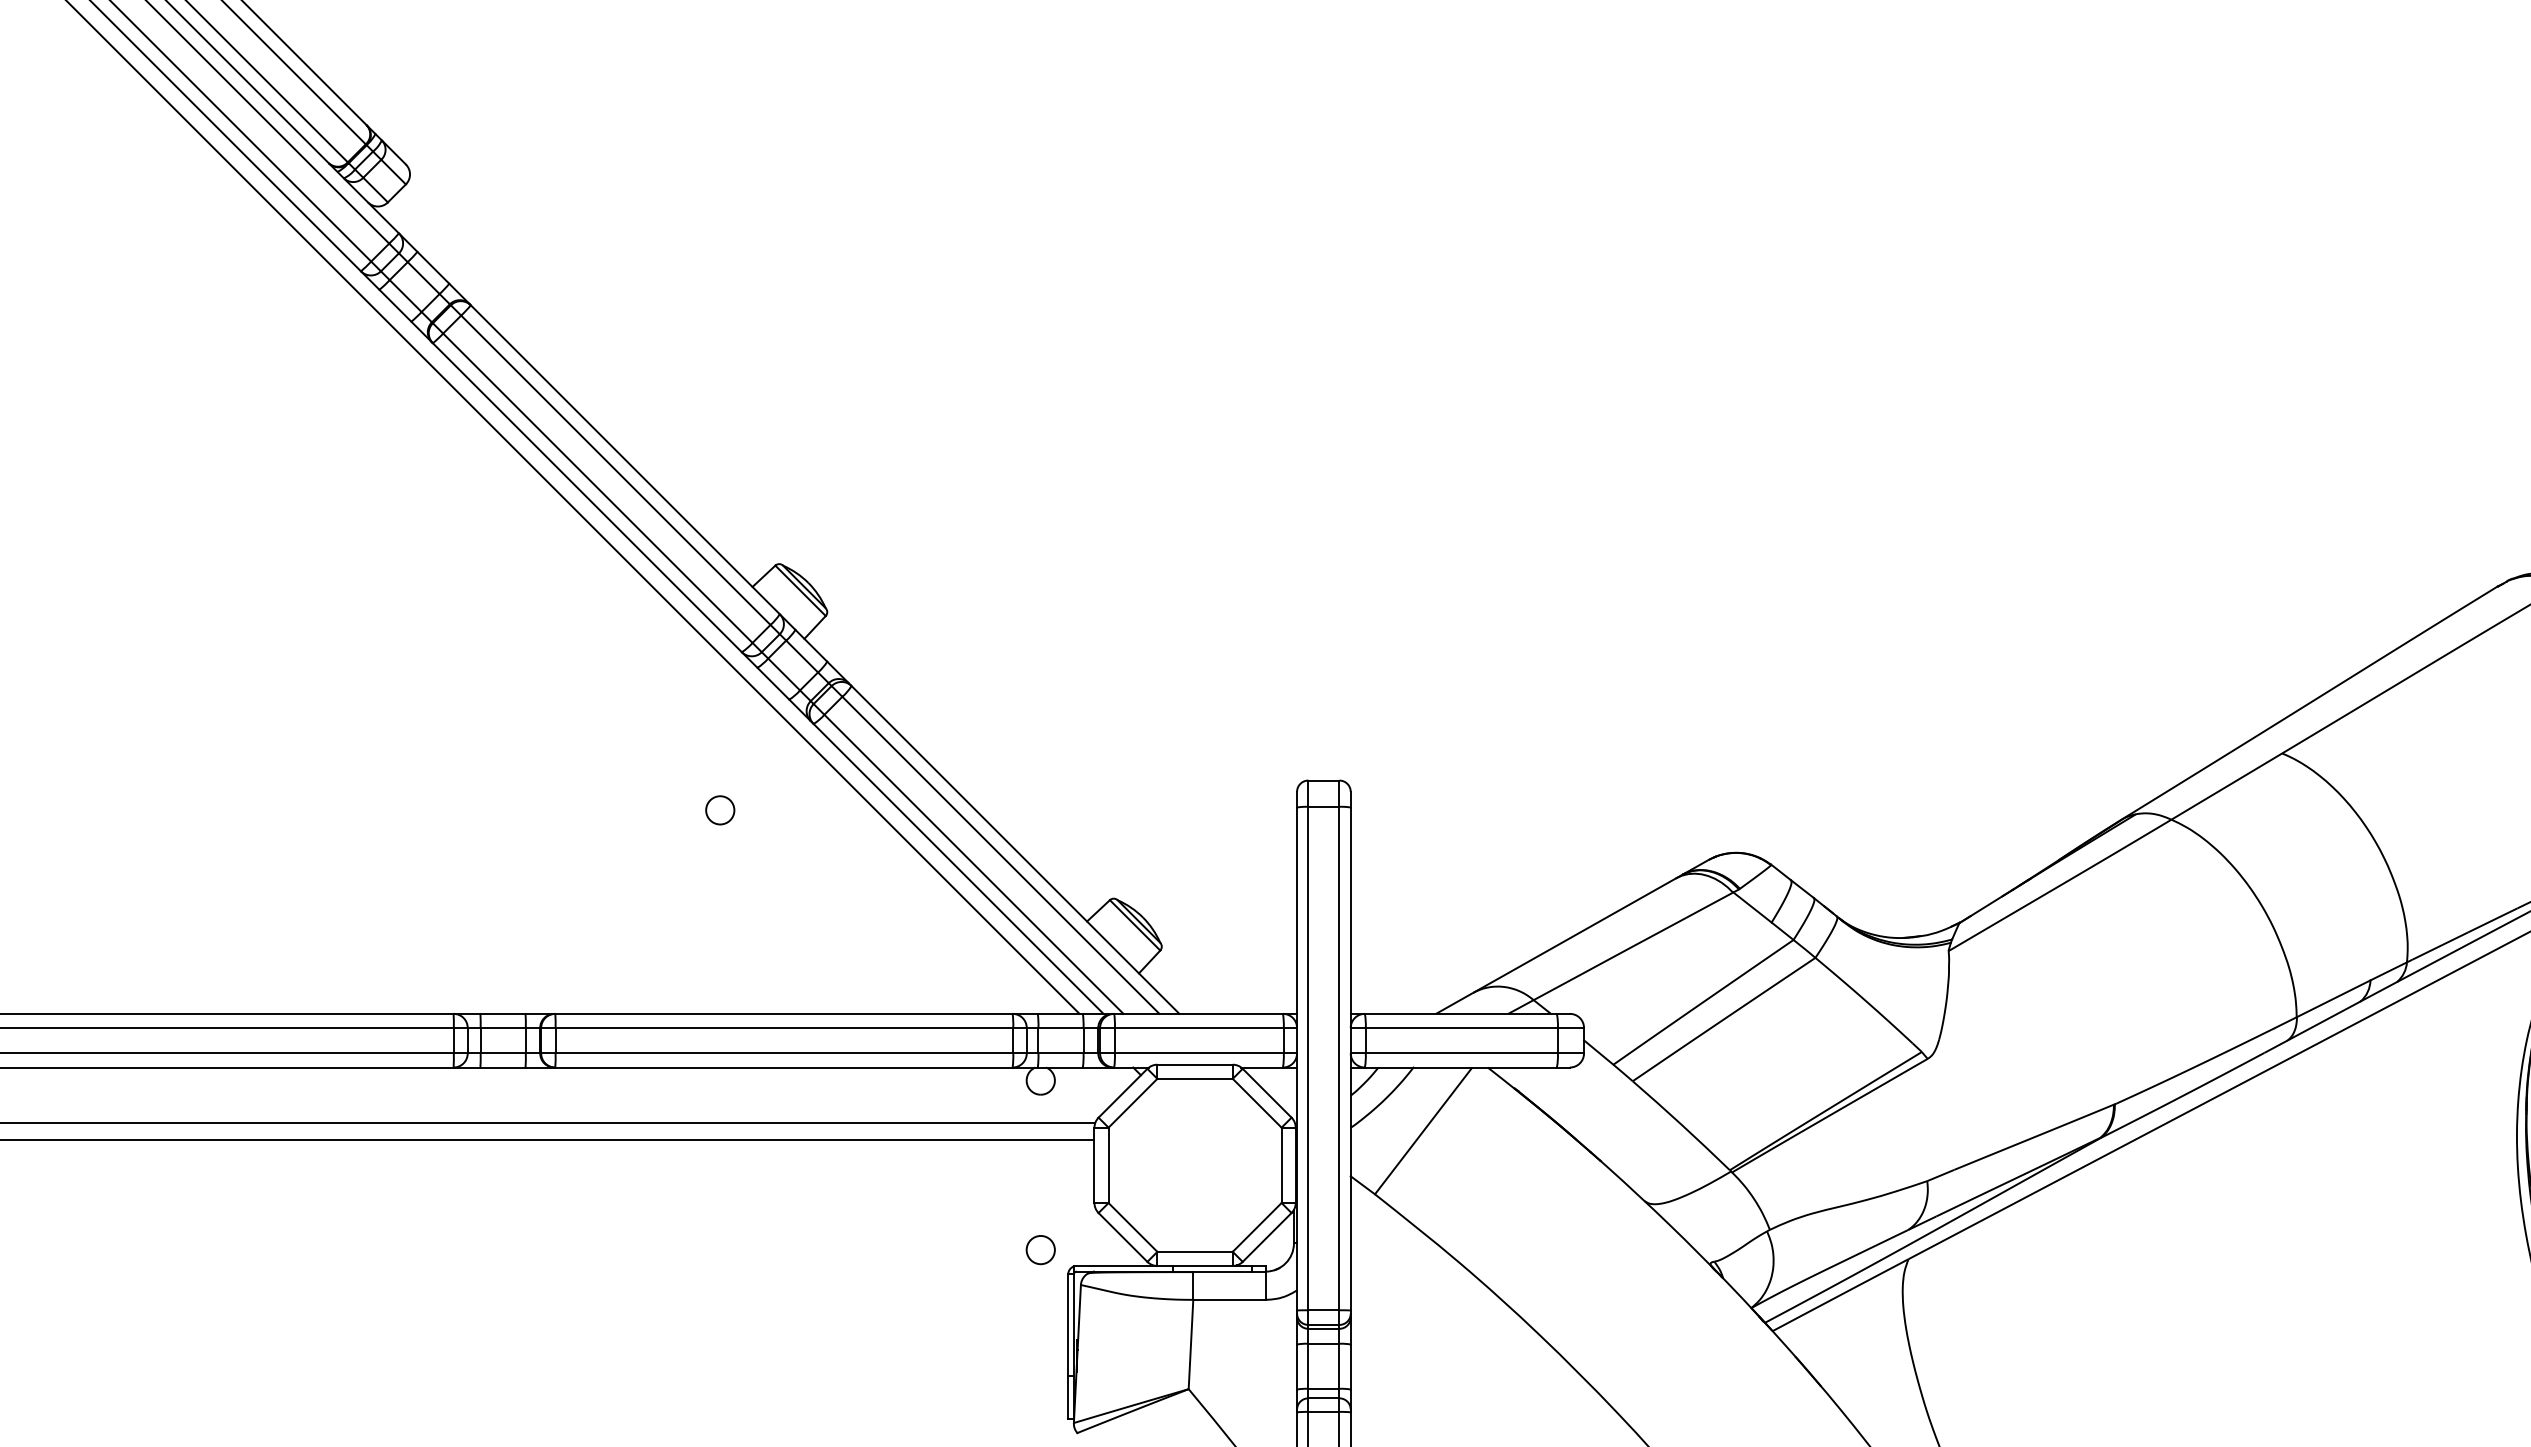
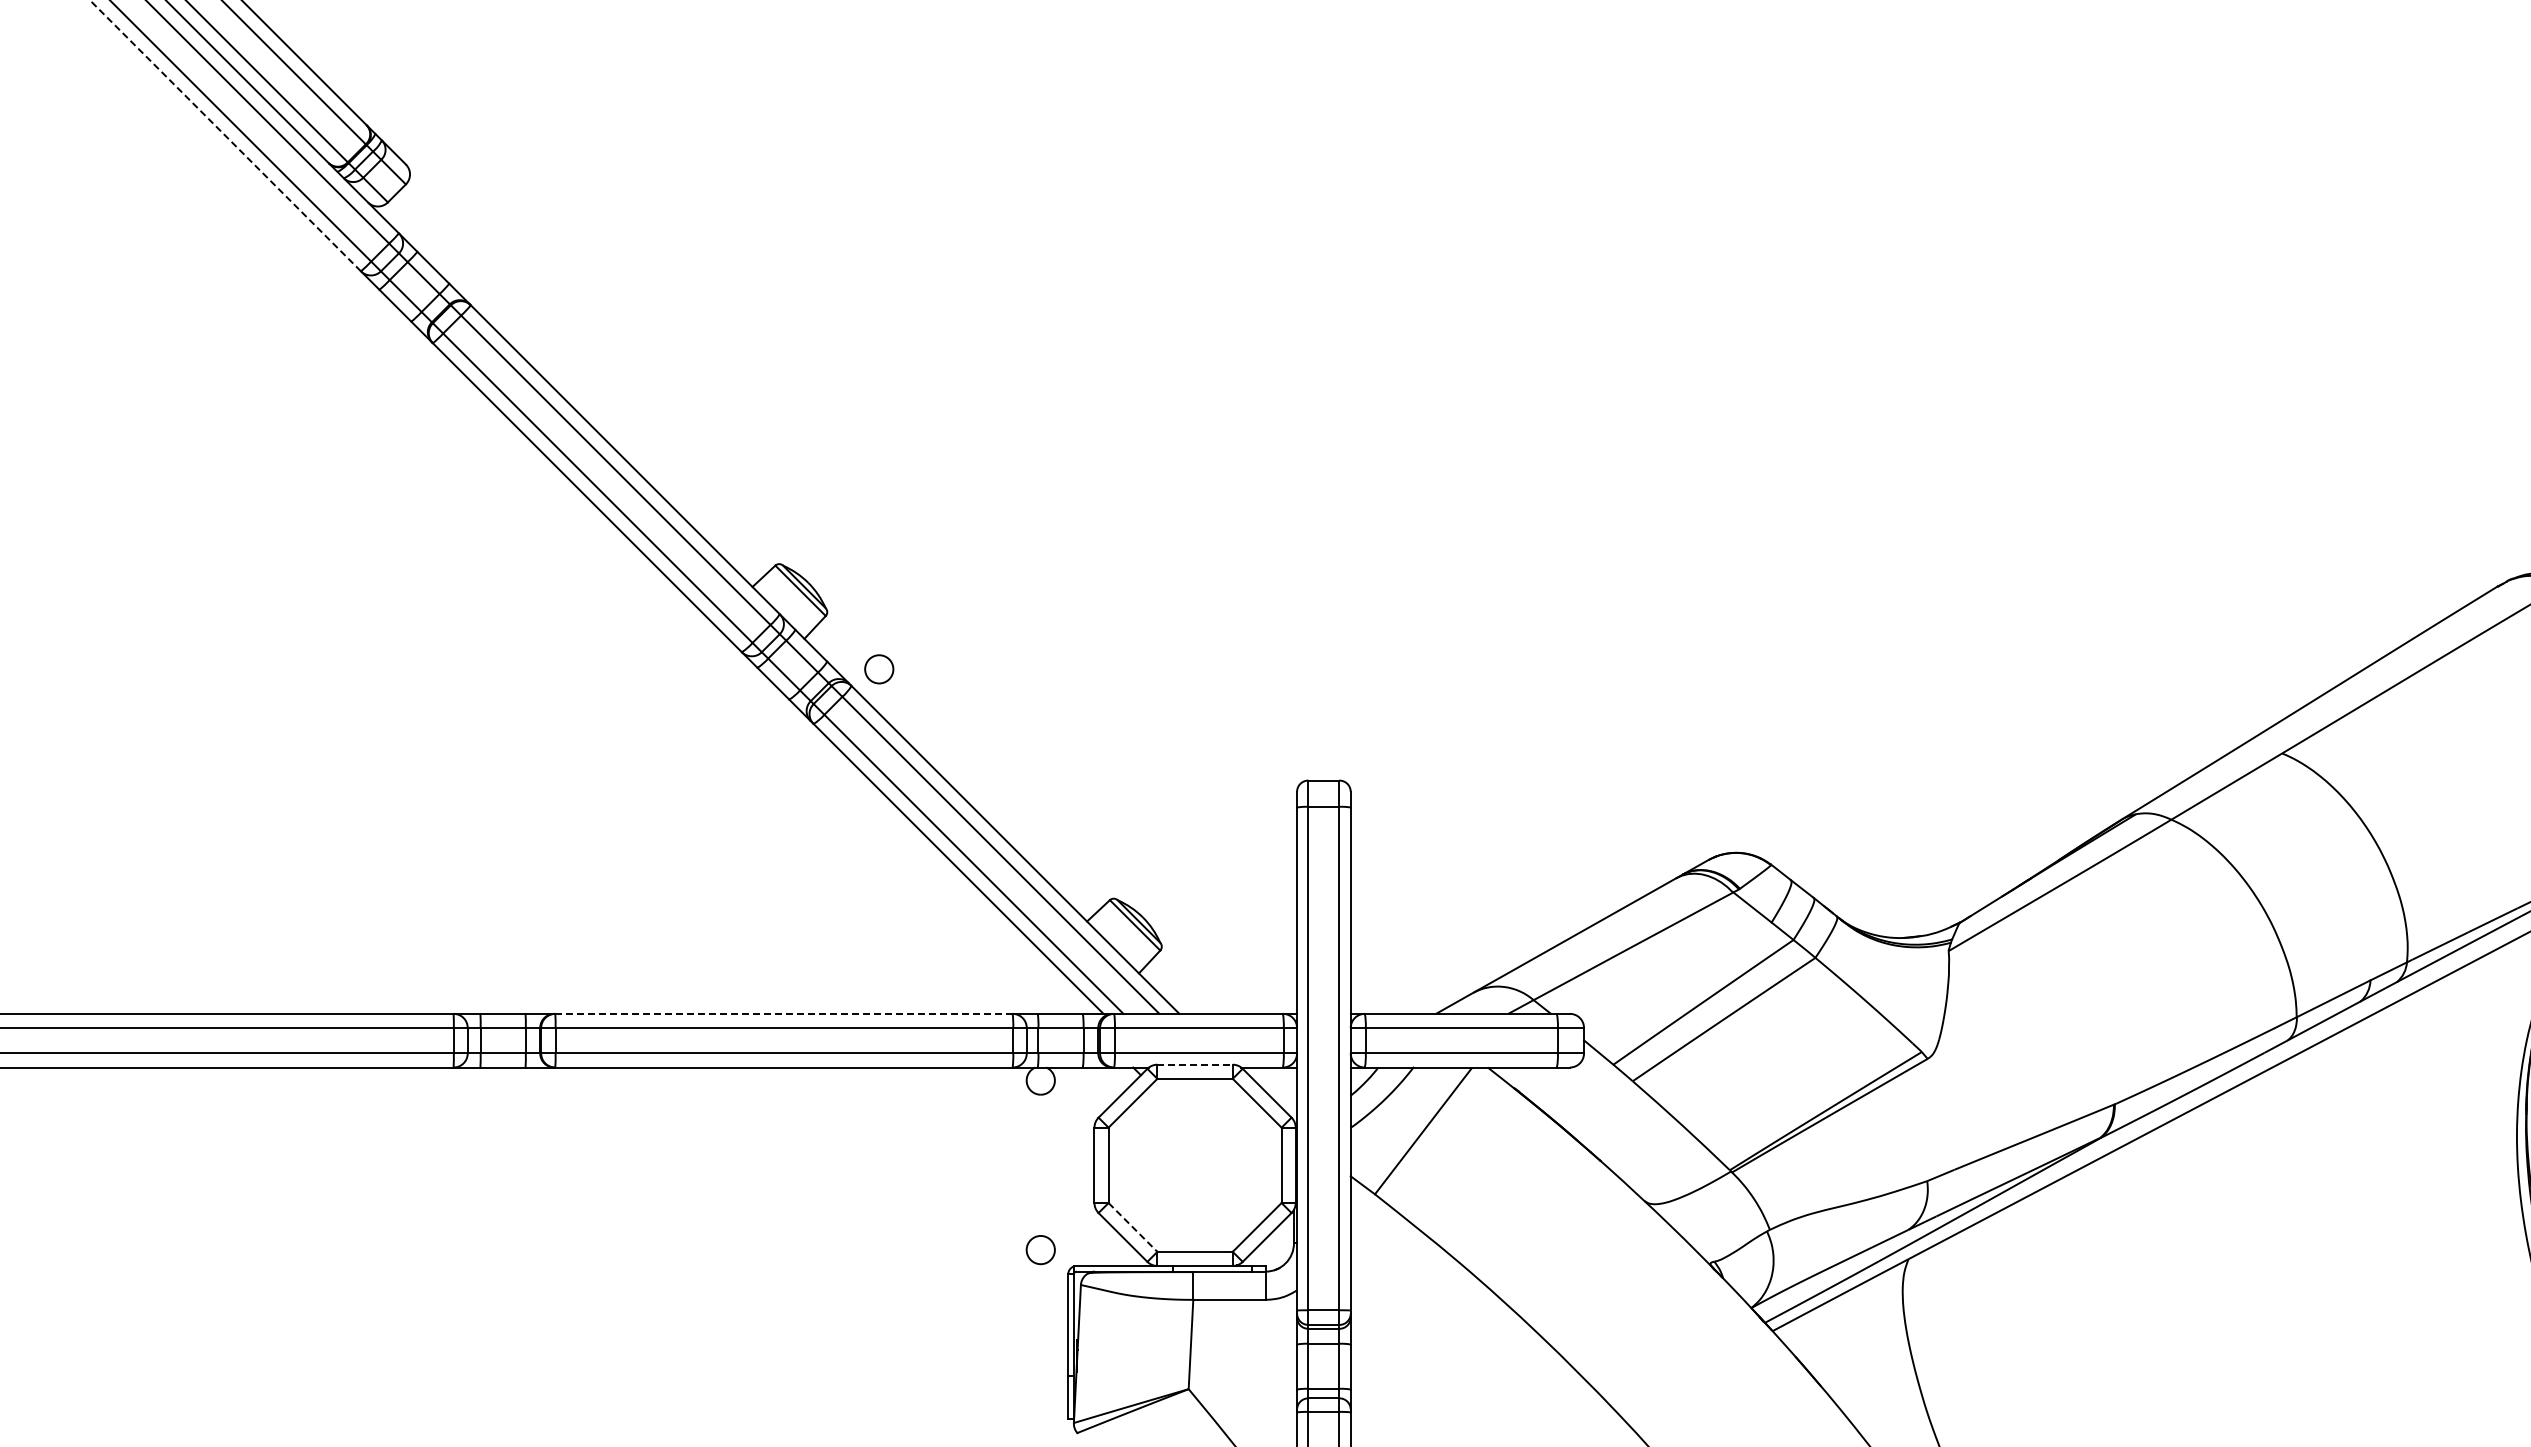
line at (225, 135): solid -> dashed
line at (573, 507): present -> none
circle at (720, 810) position: (720, 810) -> (879, 669)
line at (783, 1013): solid -> dashed
line at (1195, 1064): solid -> dashed
line at (548, 1122): present -> none
line at (548, 1139): present -> none
line at (1132, 1227): solid -> dashed
